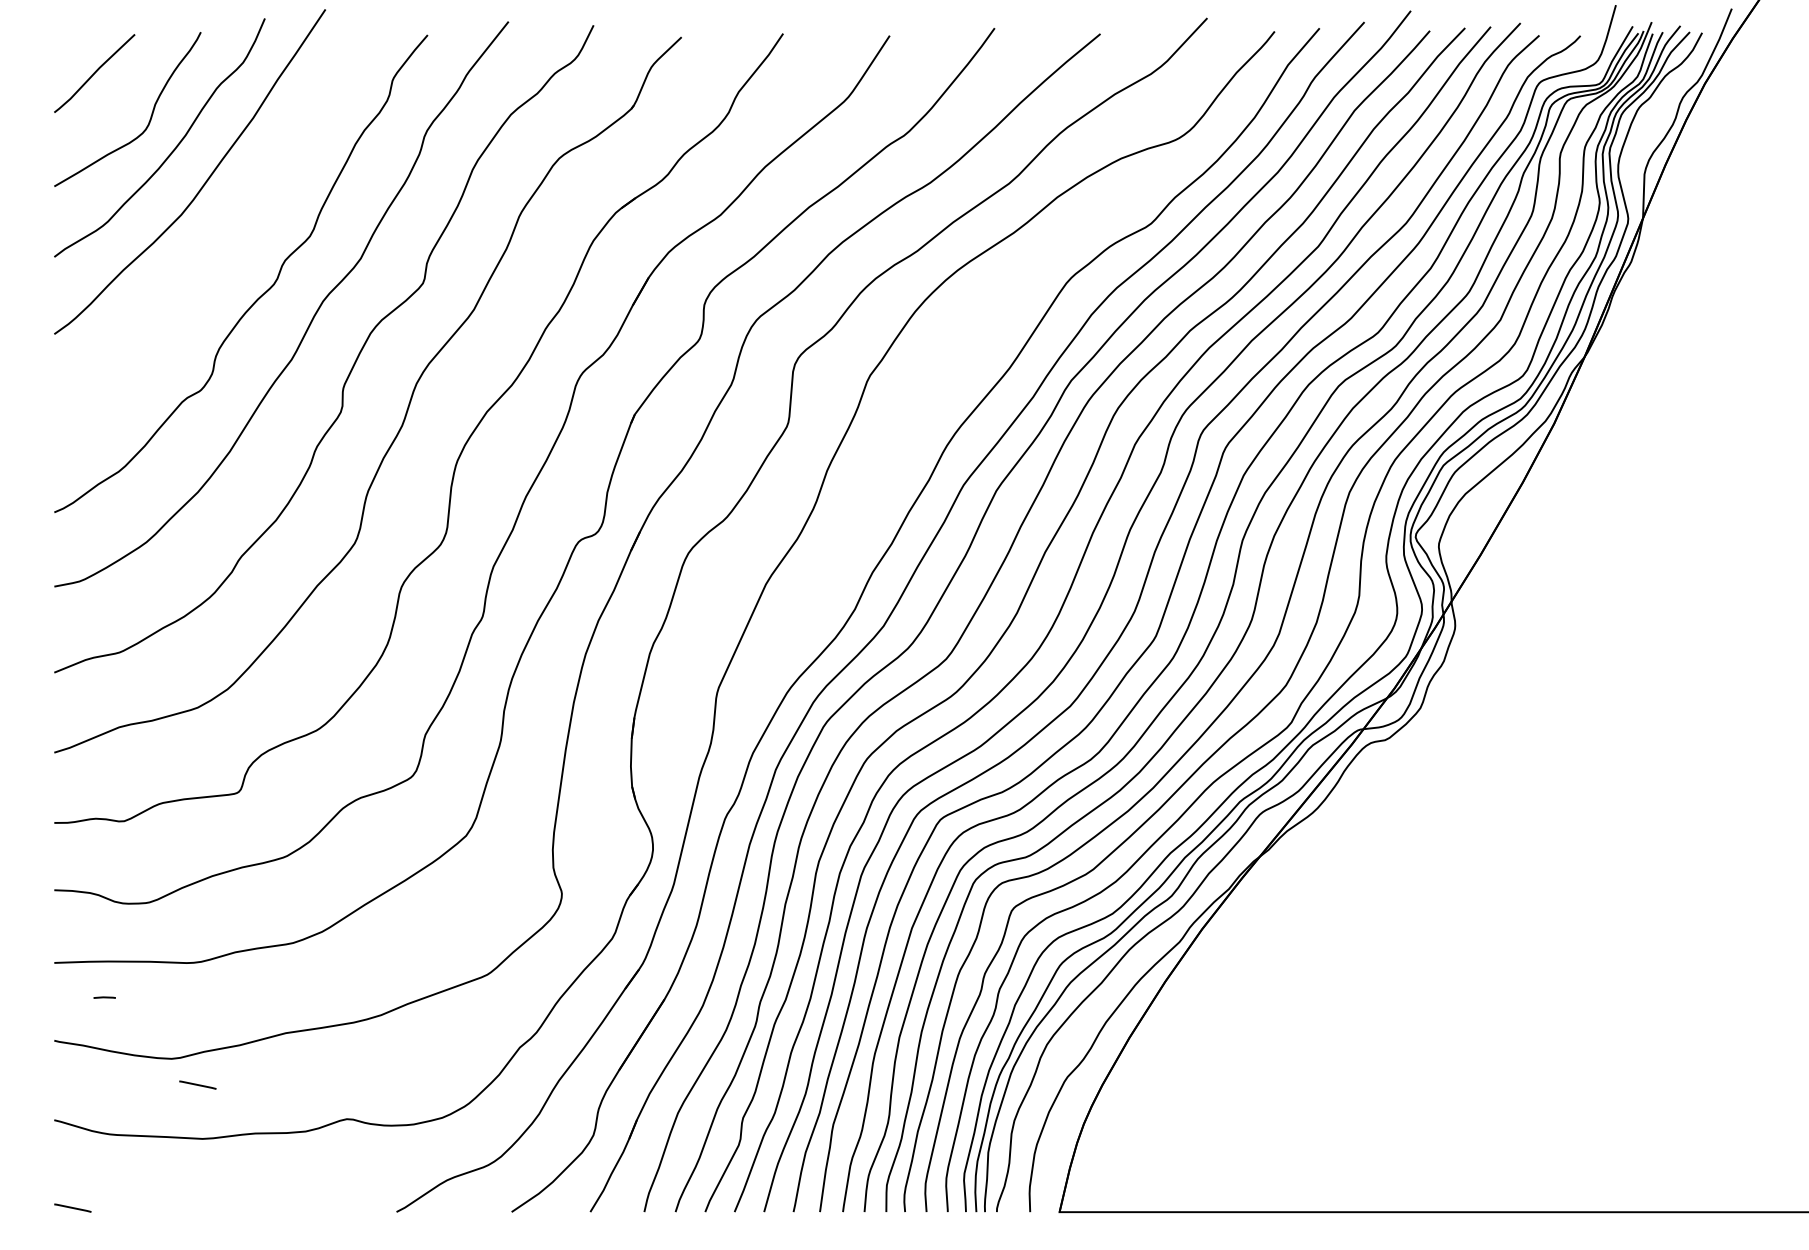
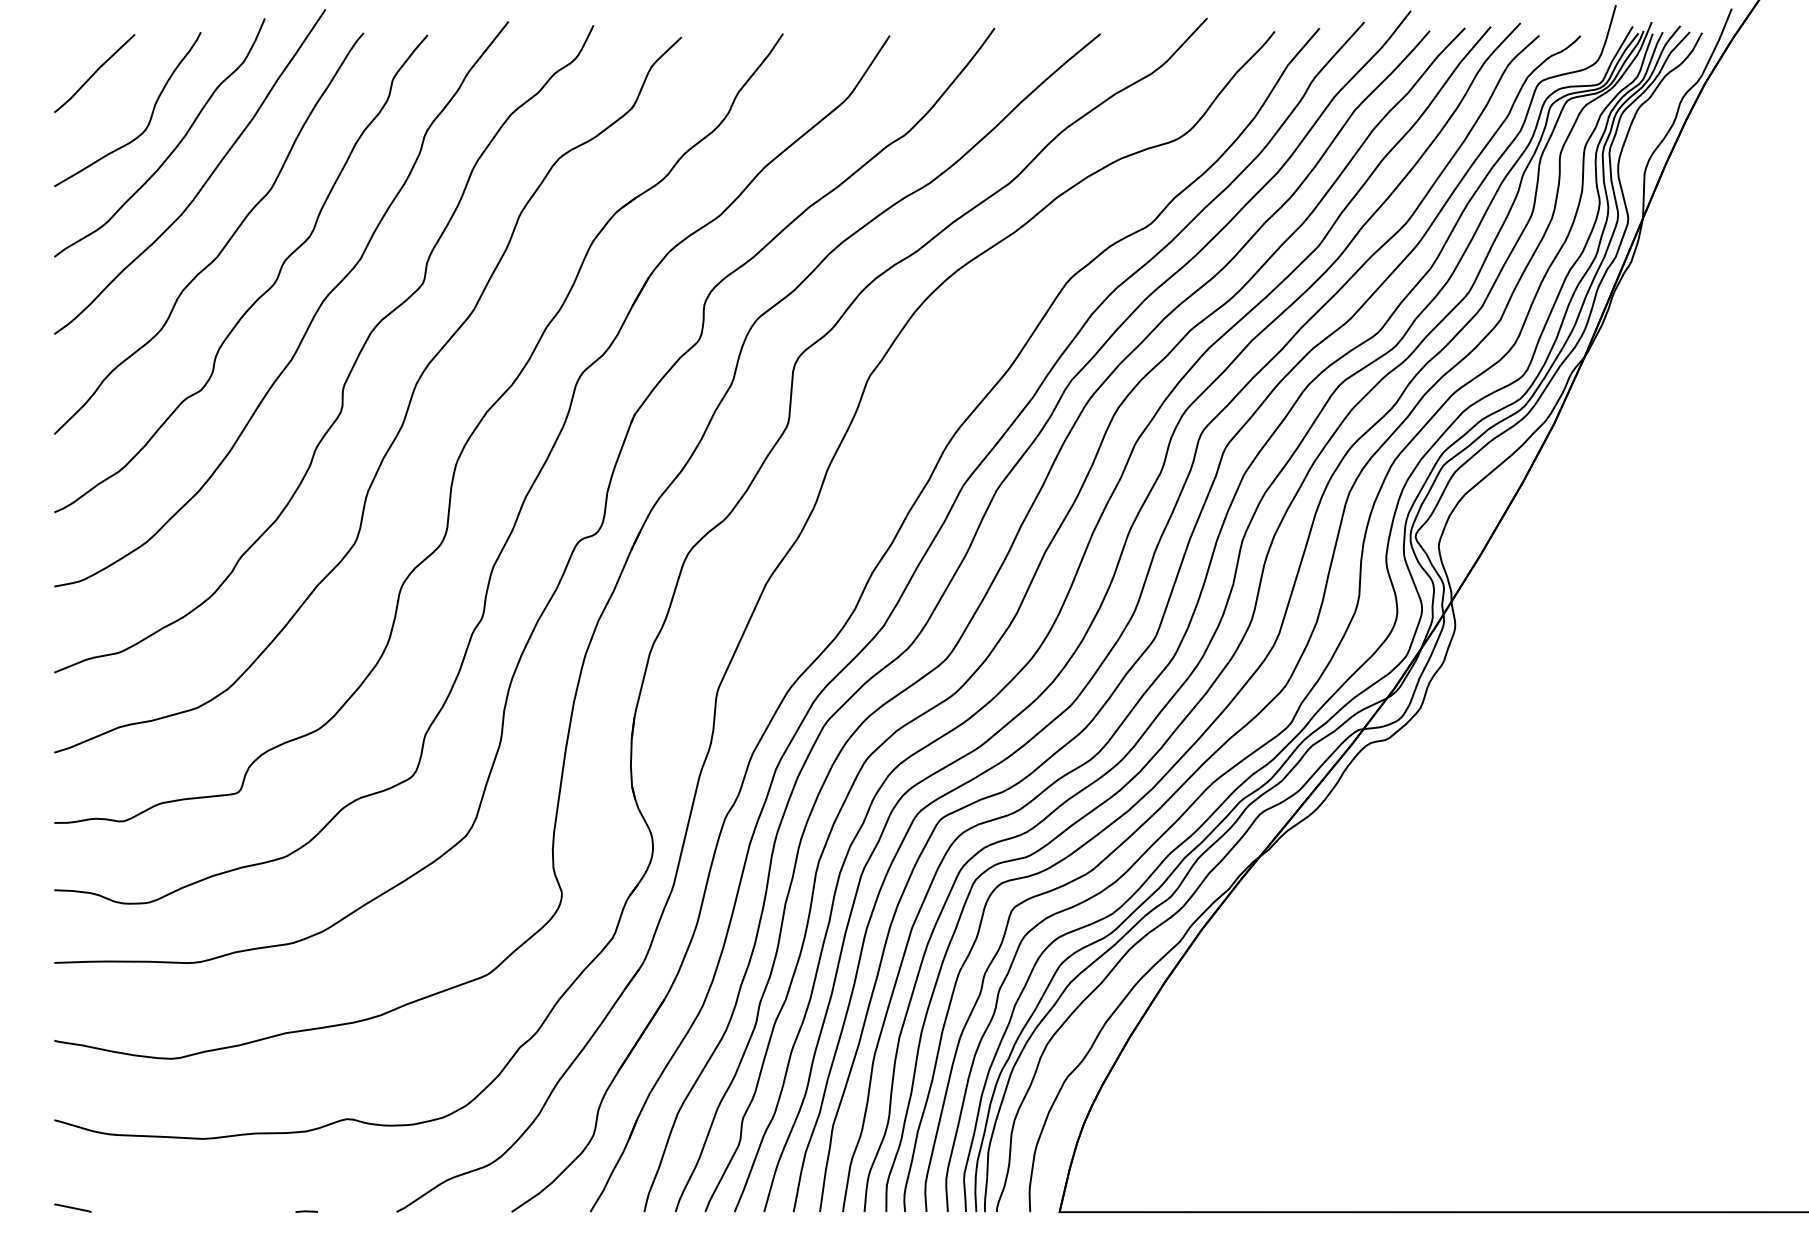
curve at (225, 243): none -> present
line at (104, 997) position: (104, 997) -> (306, 1211)
line at (197, 1084): present -> none
